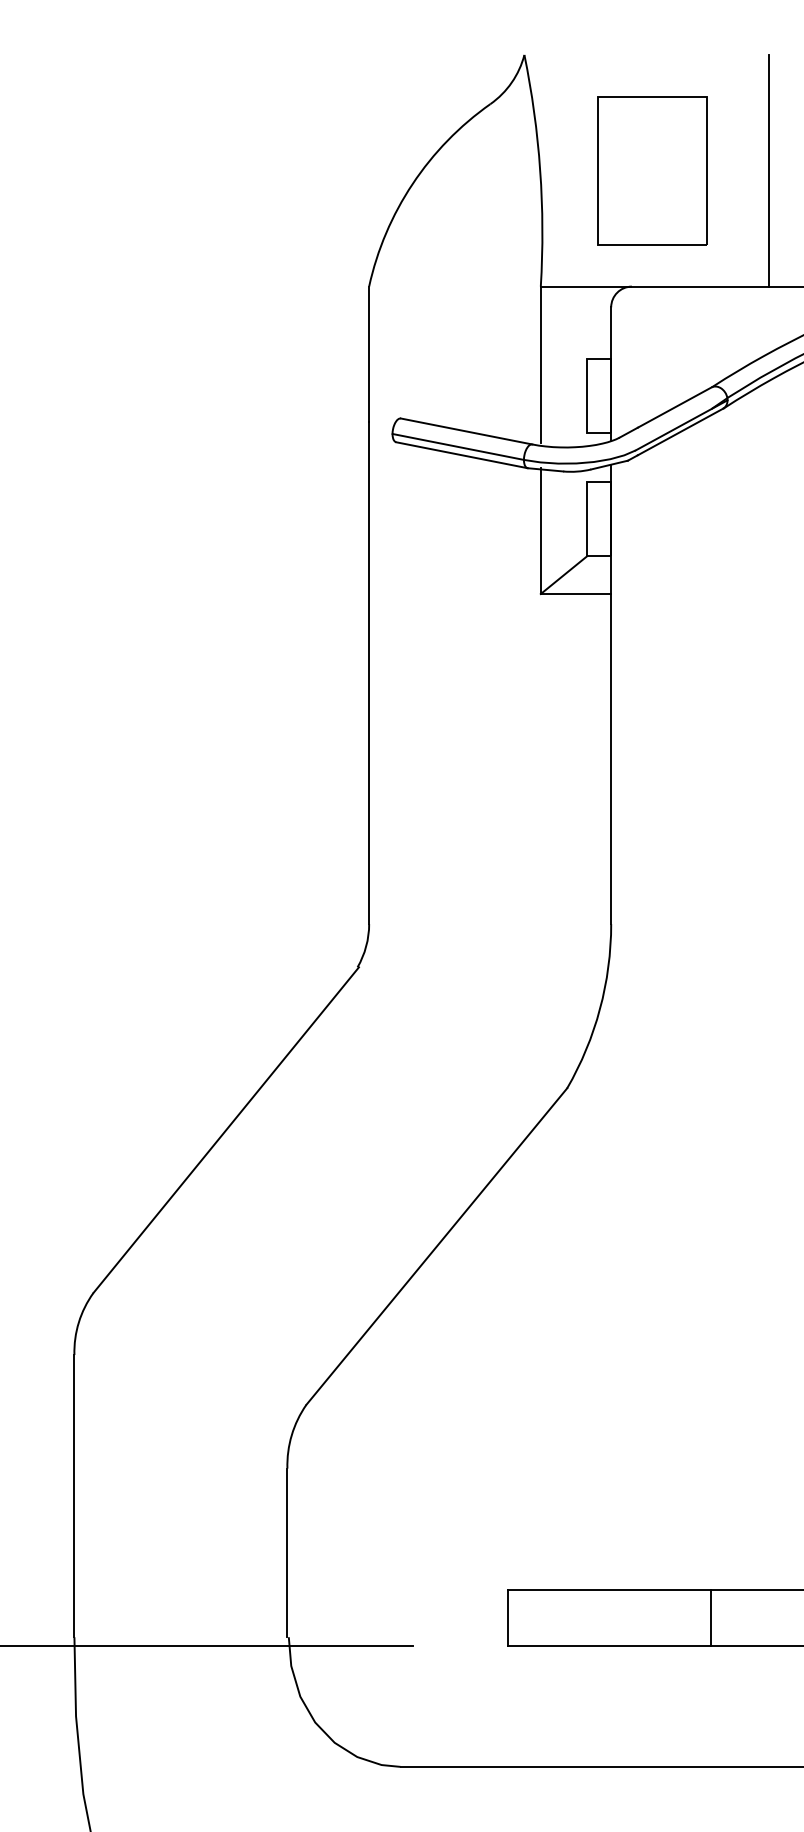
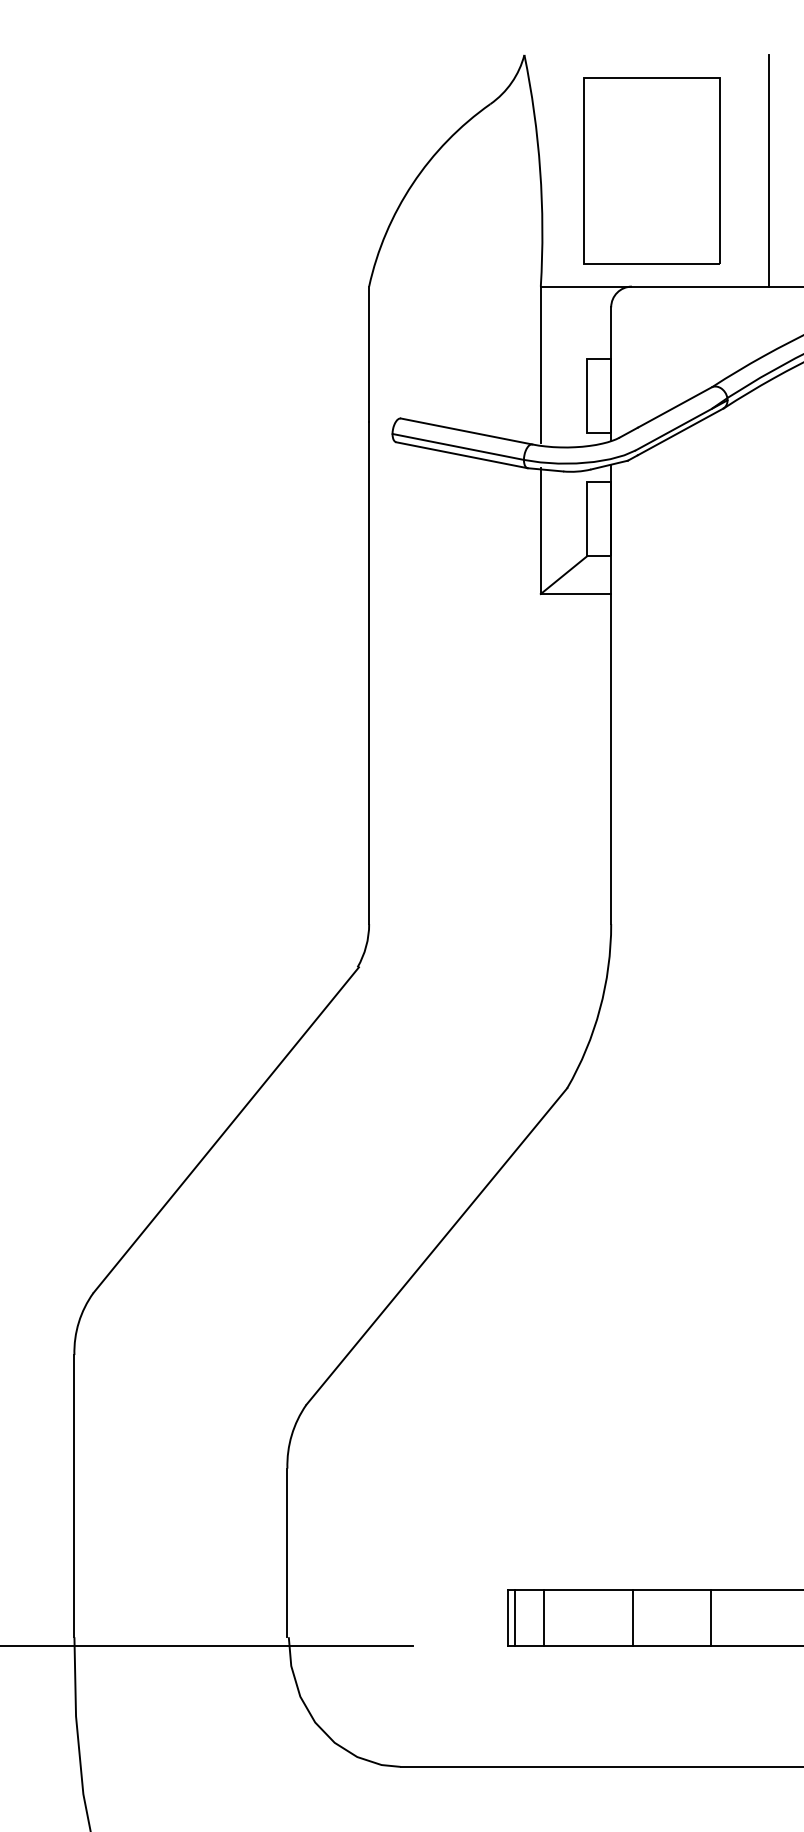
part at (652, 170) size: 111x150 px -> 138x188 px
line at (515, 1617): none -> present
line at (543, 1617): none -> present
line at (633, 1617): none -> present
